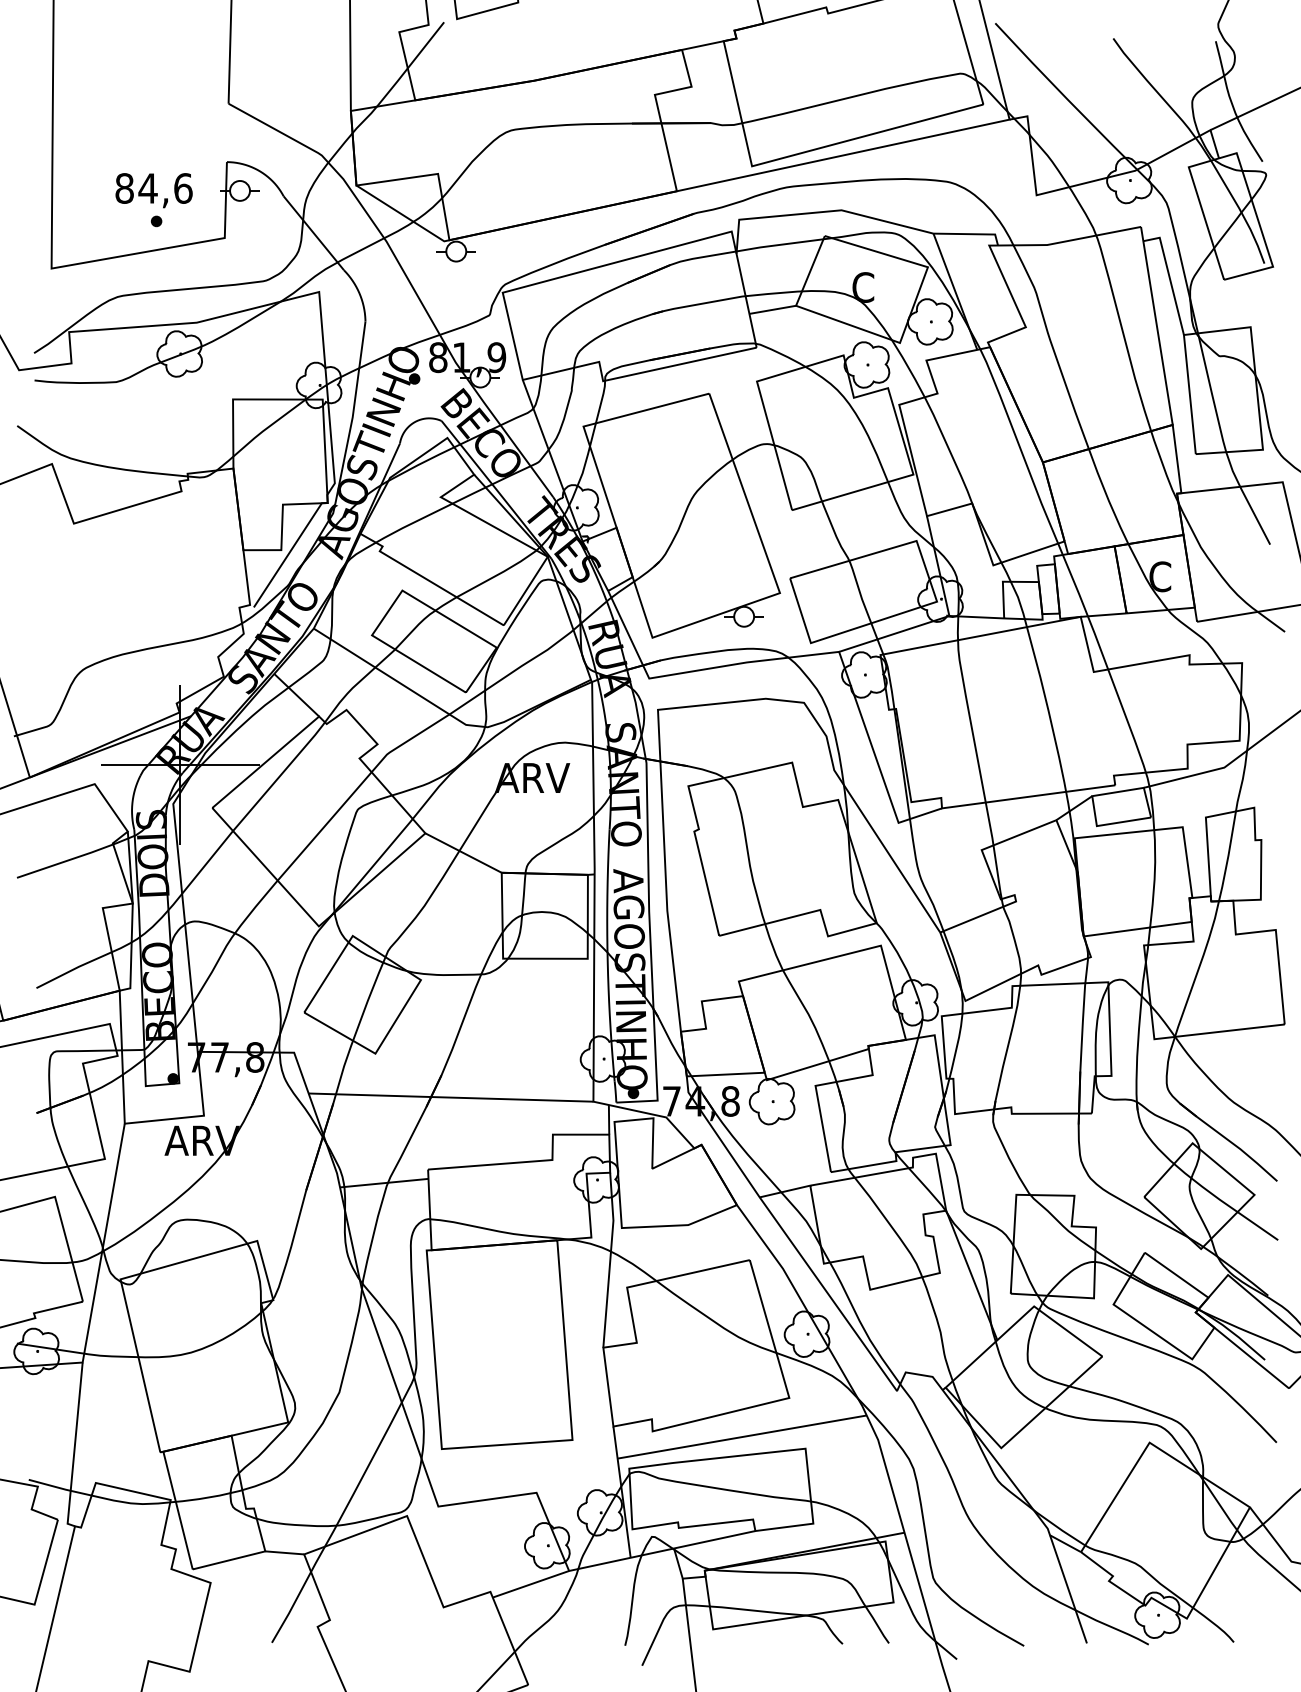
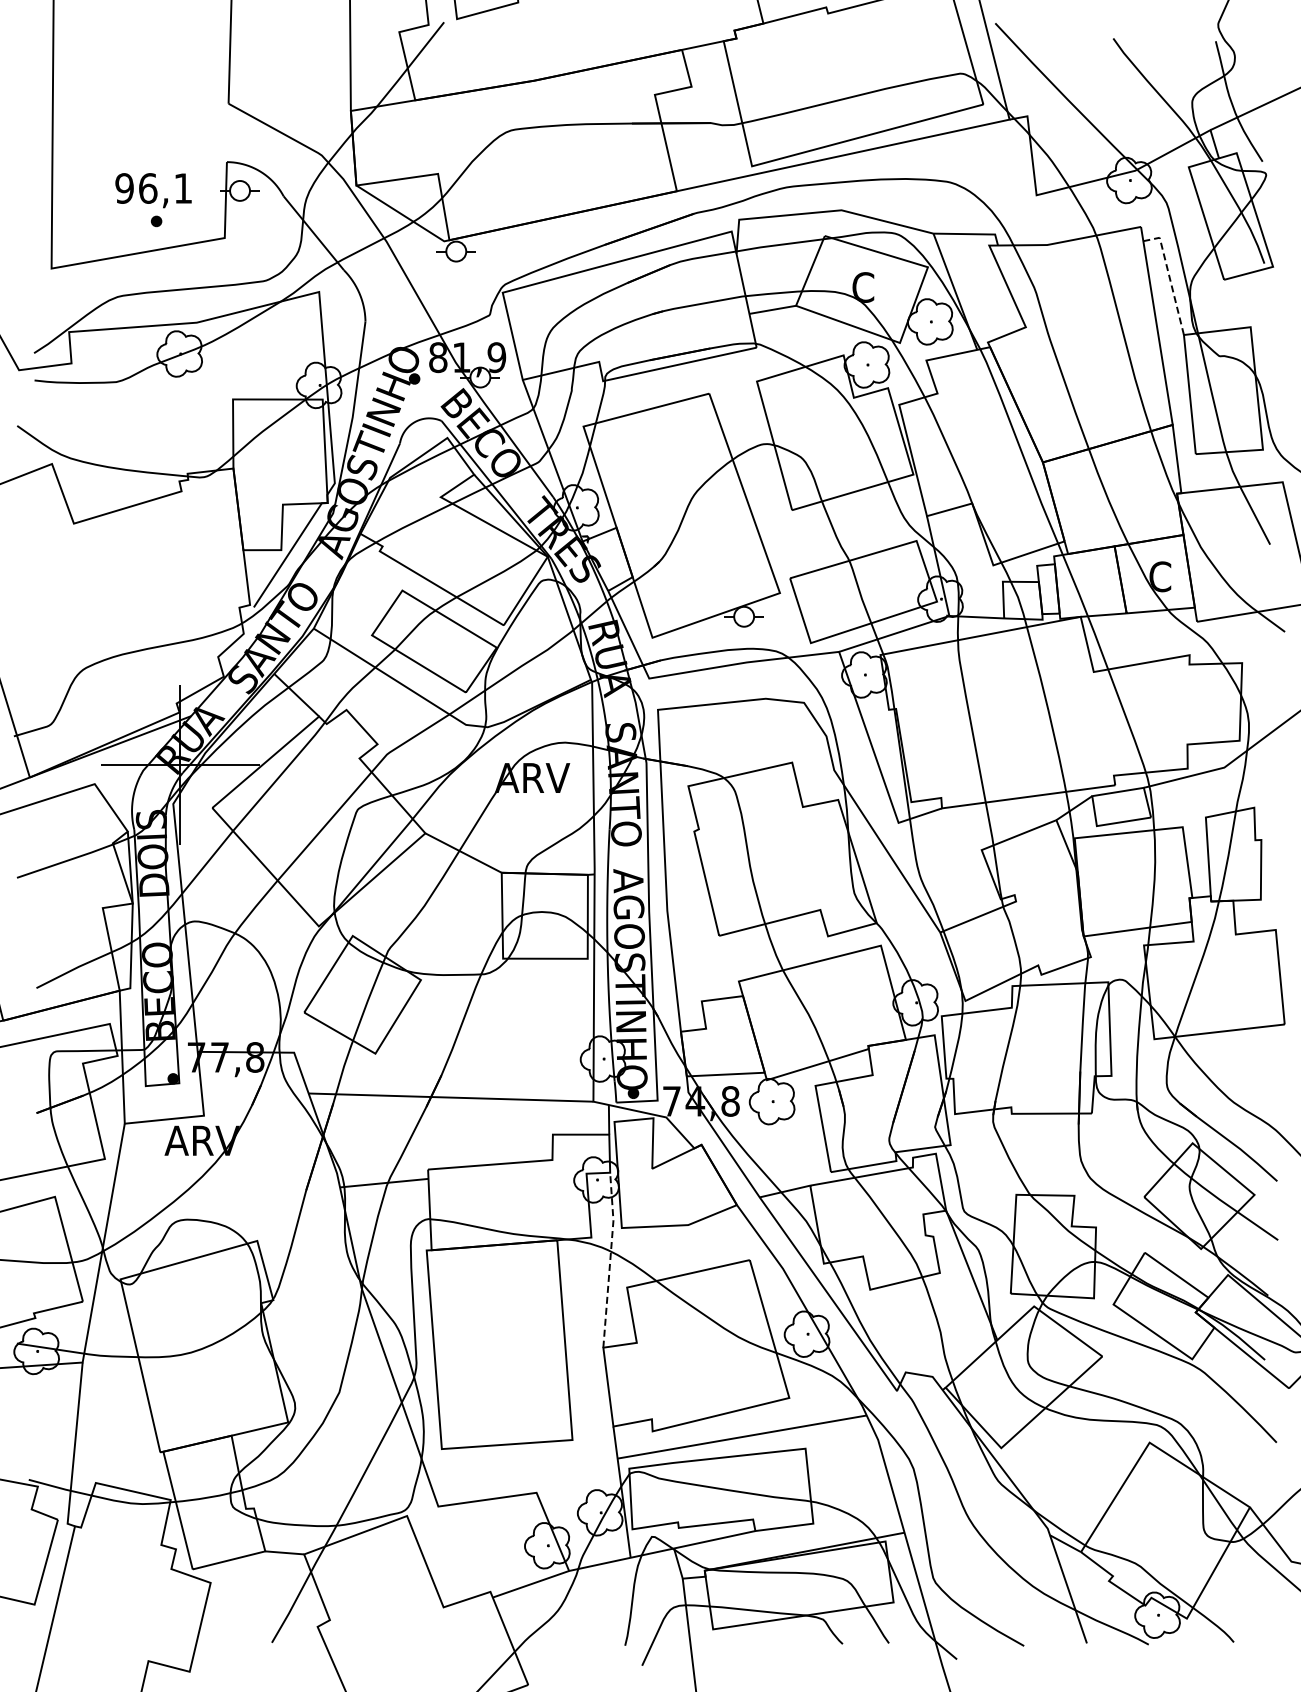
text at (153, 188): 84,6 -> 96,1
line at (1169, 277): solid -> dashed
line at (610, 1259): solid -> dashed
